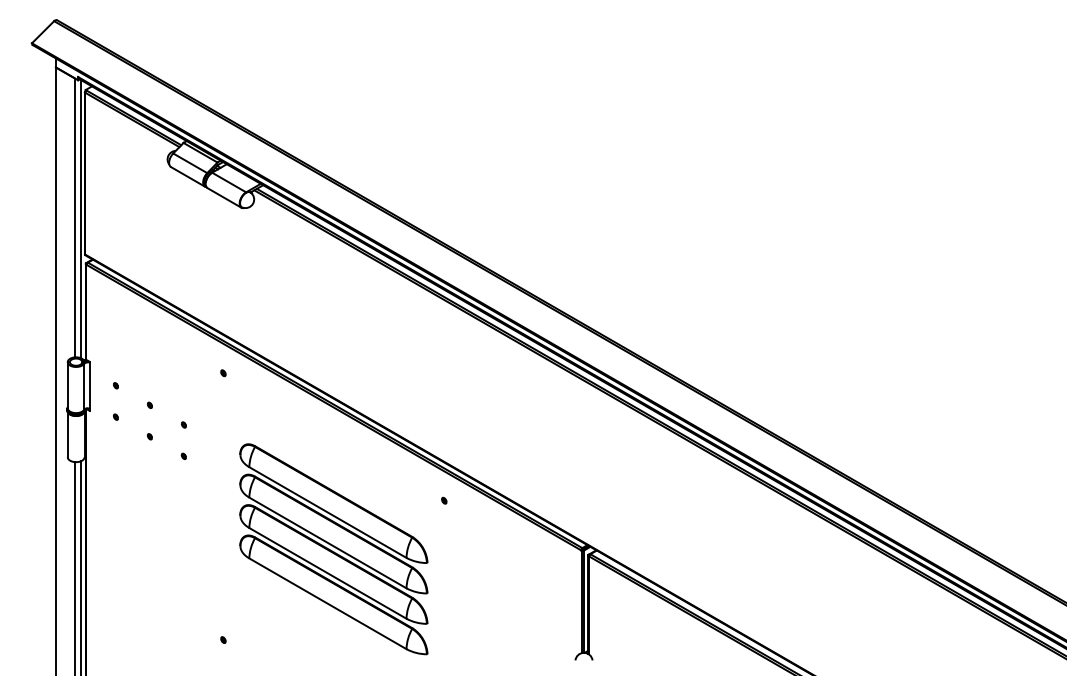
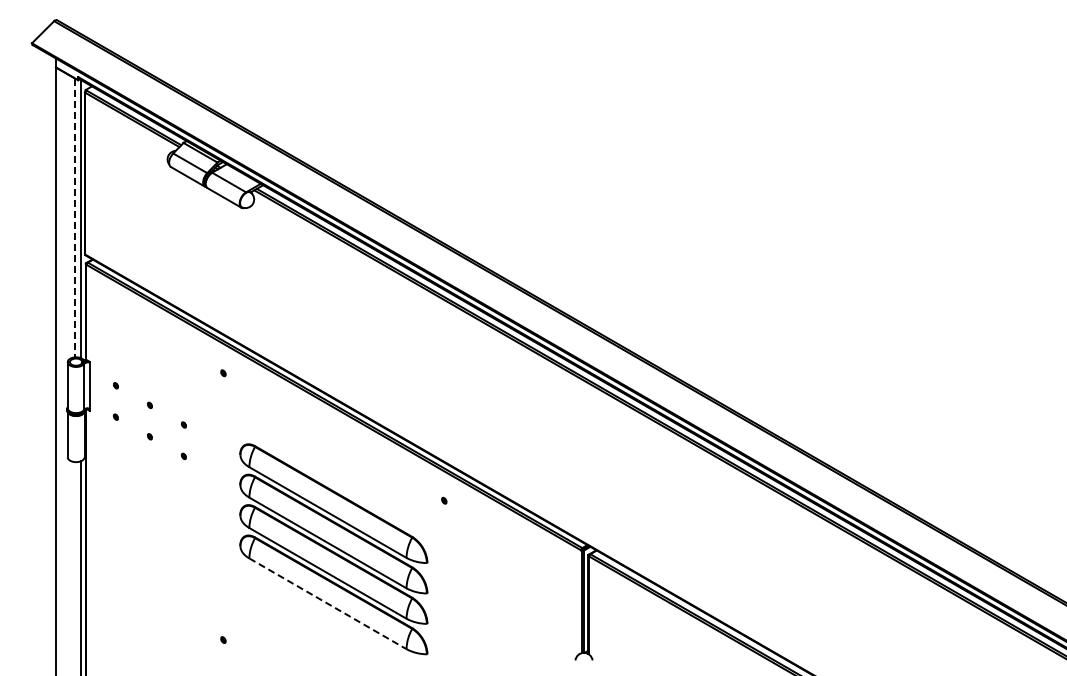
line at (75, 218): solid -> dashed
line at (75, 567): present -> none
line at (327, 603): solid -> dashed
